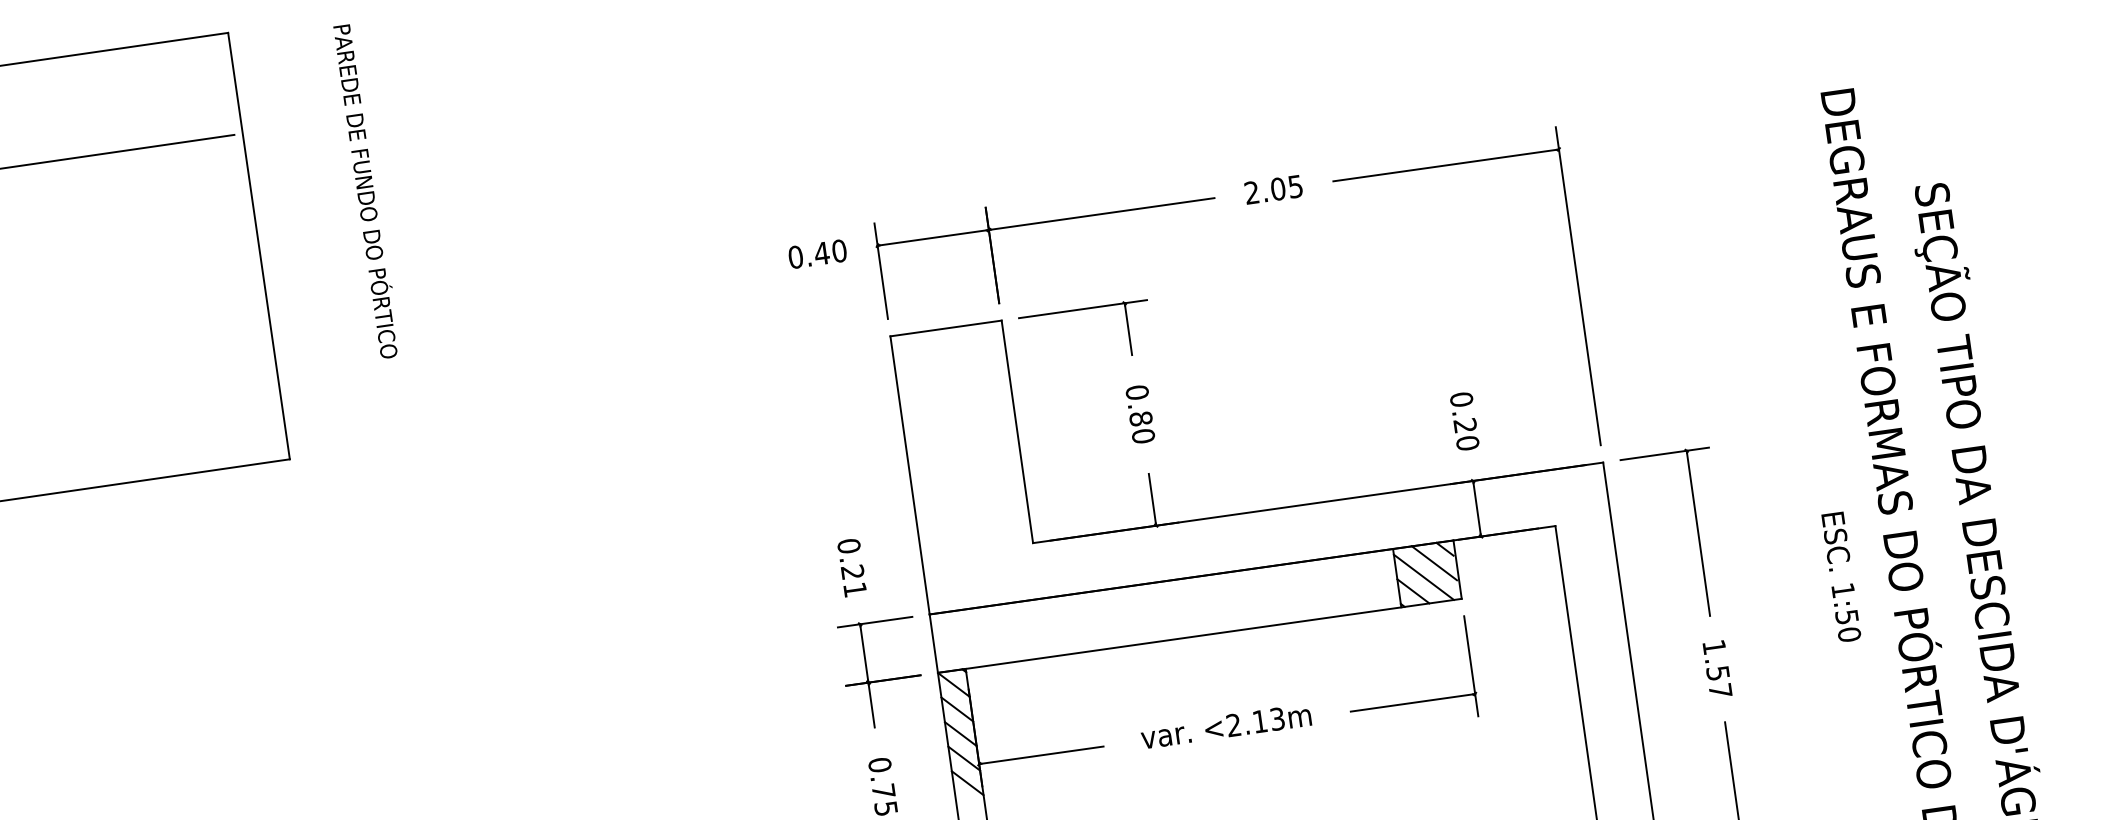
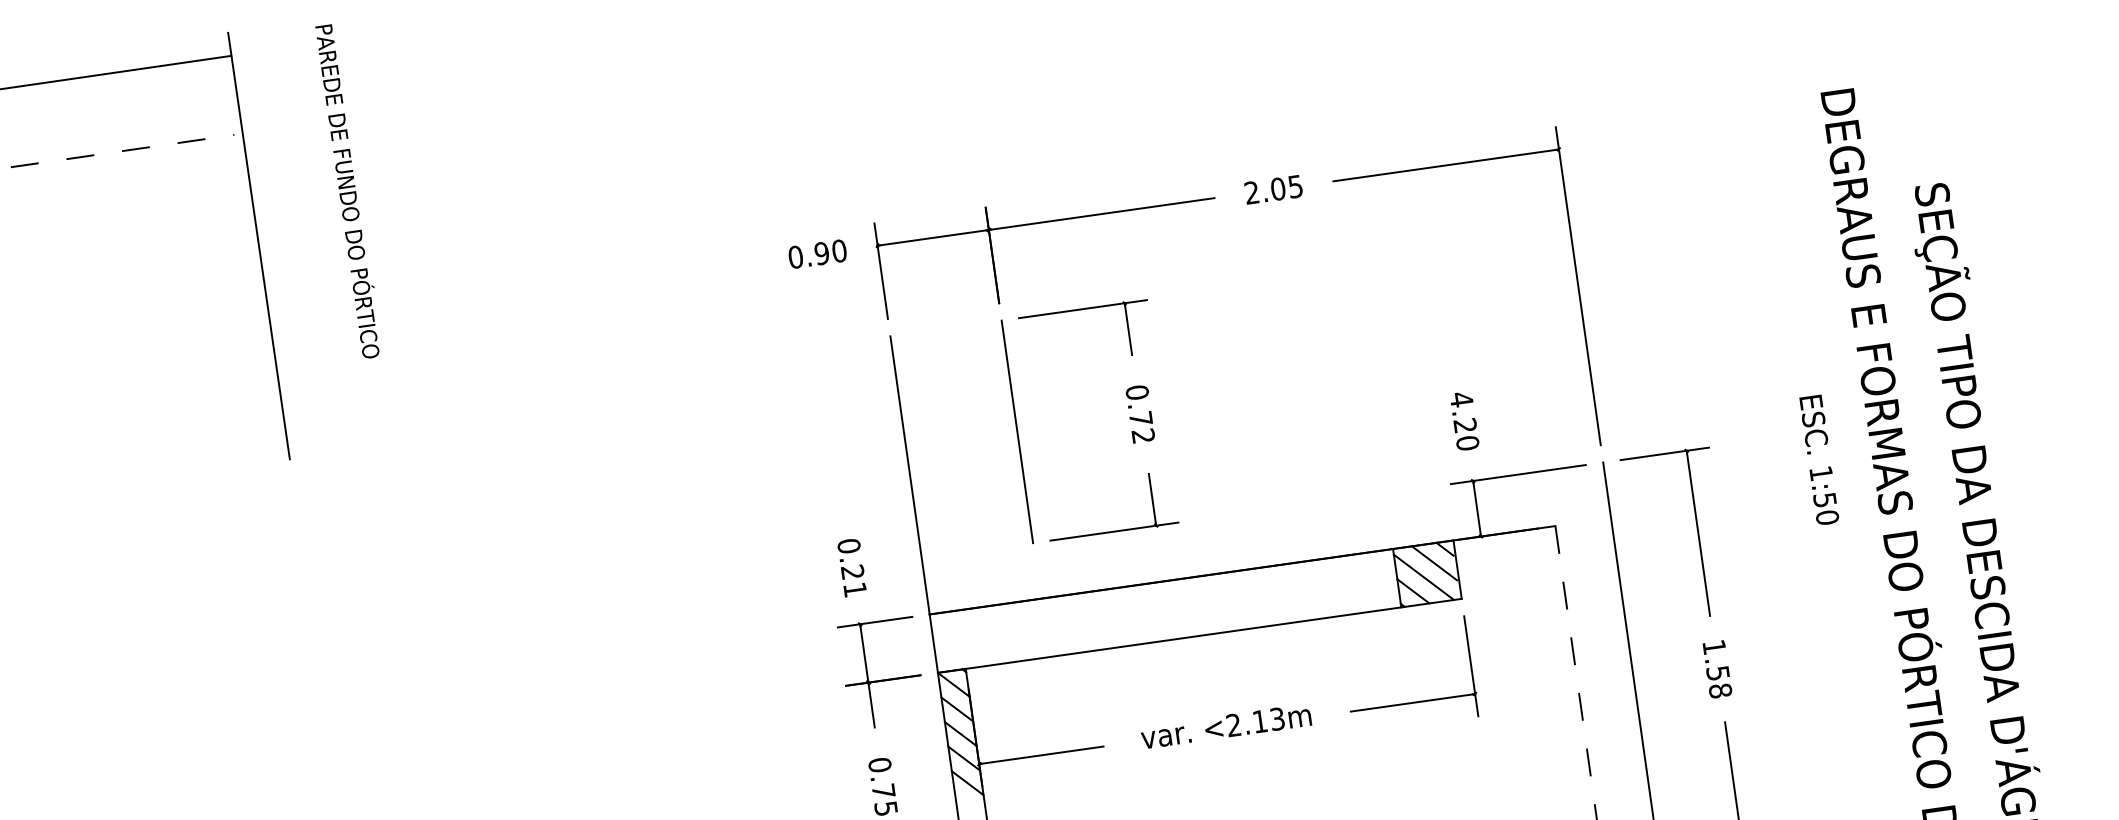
line at (115, 48) position: (115, 48) -> (116, 71)
line at (117, 151): solid -> dashed
text at (365, 191) position: (365, 191) -> (347, 191)
text at (821, 253): 0.40 -> 0.90
line at (945, 328): present -> none
text at (1461, 399): 0.20 -> 4.20
text at (1141, 426): 0.80 -> 0.72
line at (145, 479): present -> none
line at (1318, 502): present -> none
text at (1841, 576) position: (1841, 576) -> (1819, 459)
line at (1576, 673): solid -> dashed
text at (1720, 690): 1.57 -> 1.58
